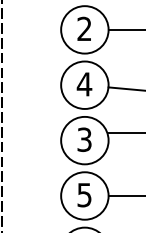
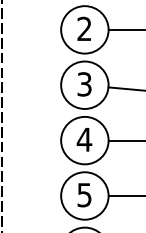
text at (84, 84): 4 -> 3
line at (125, 132) position: (125, 132) -> (125, 140)
text at (84, 139): 3 -> 4
